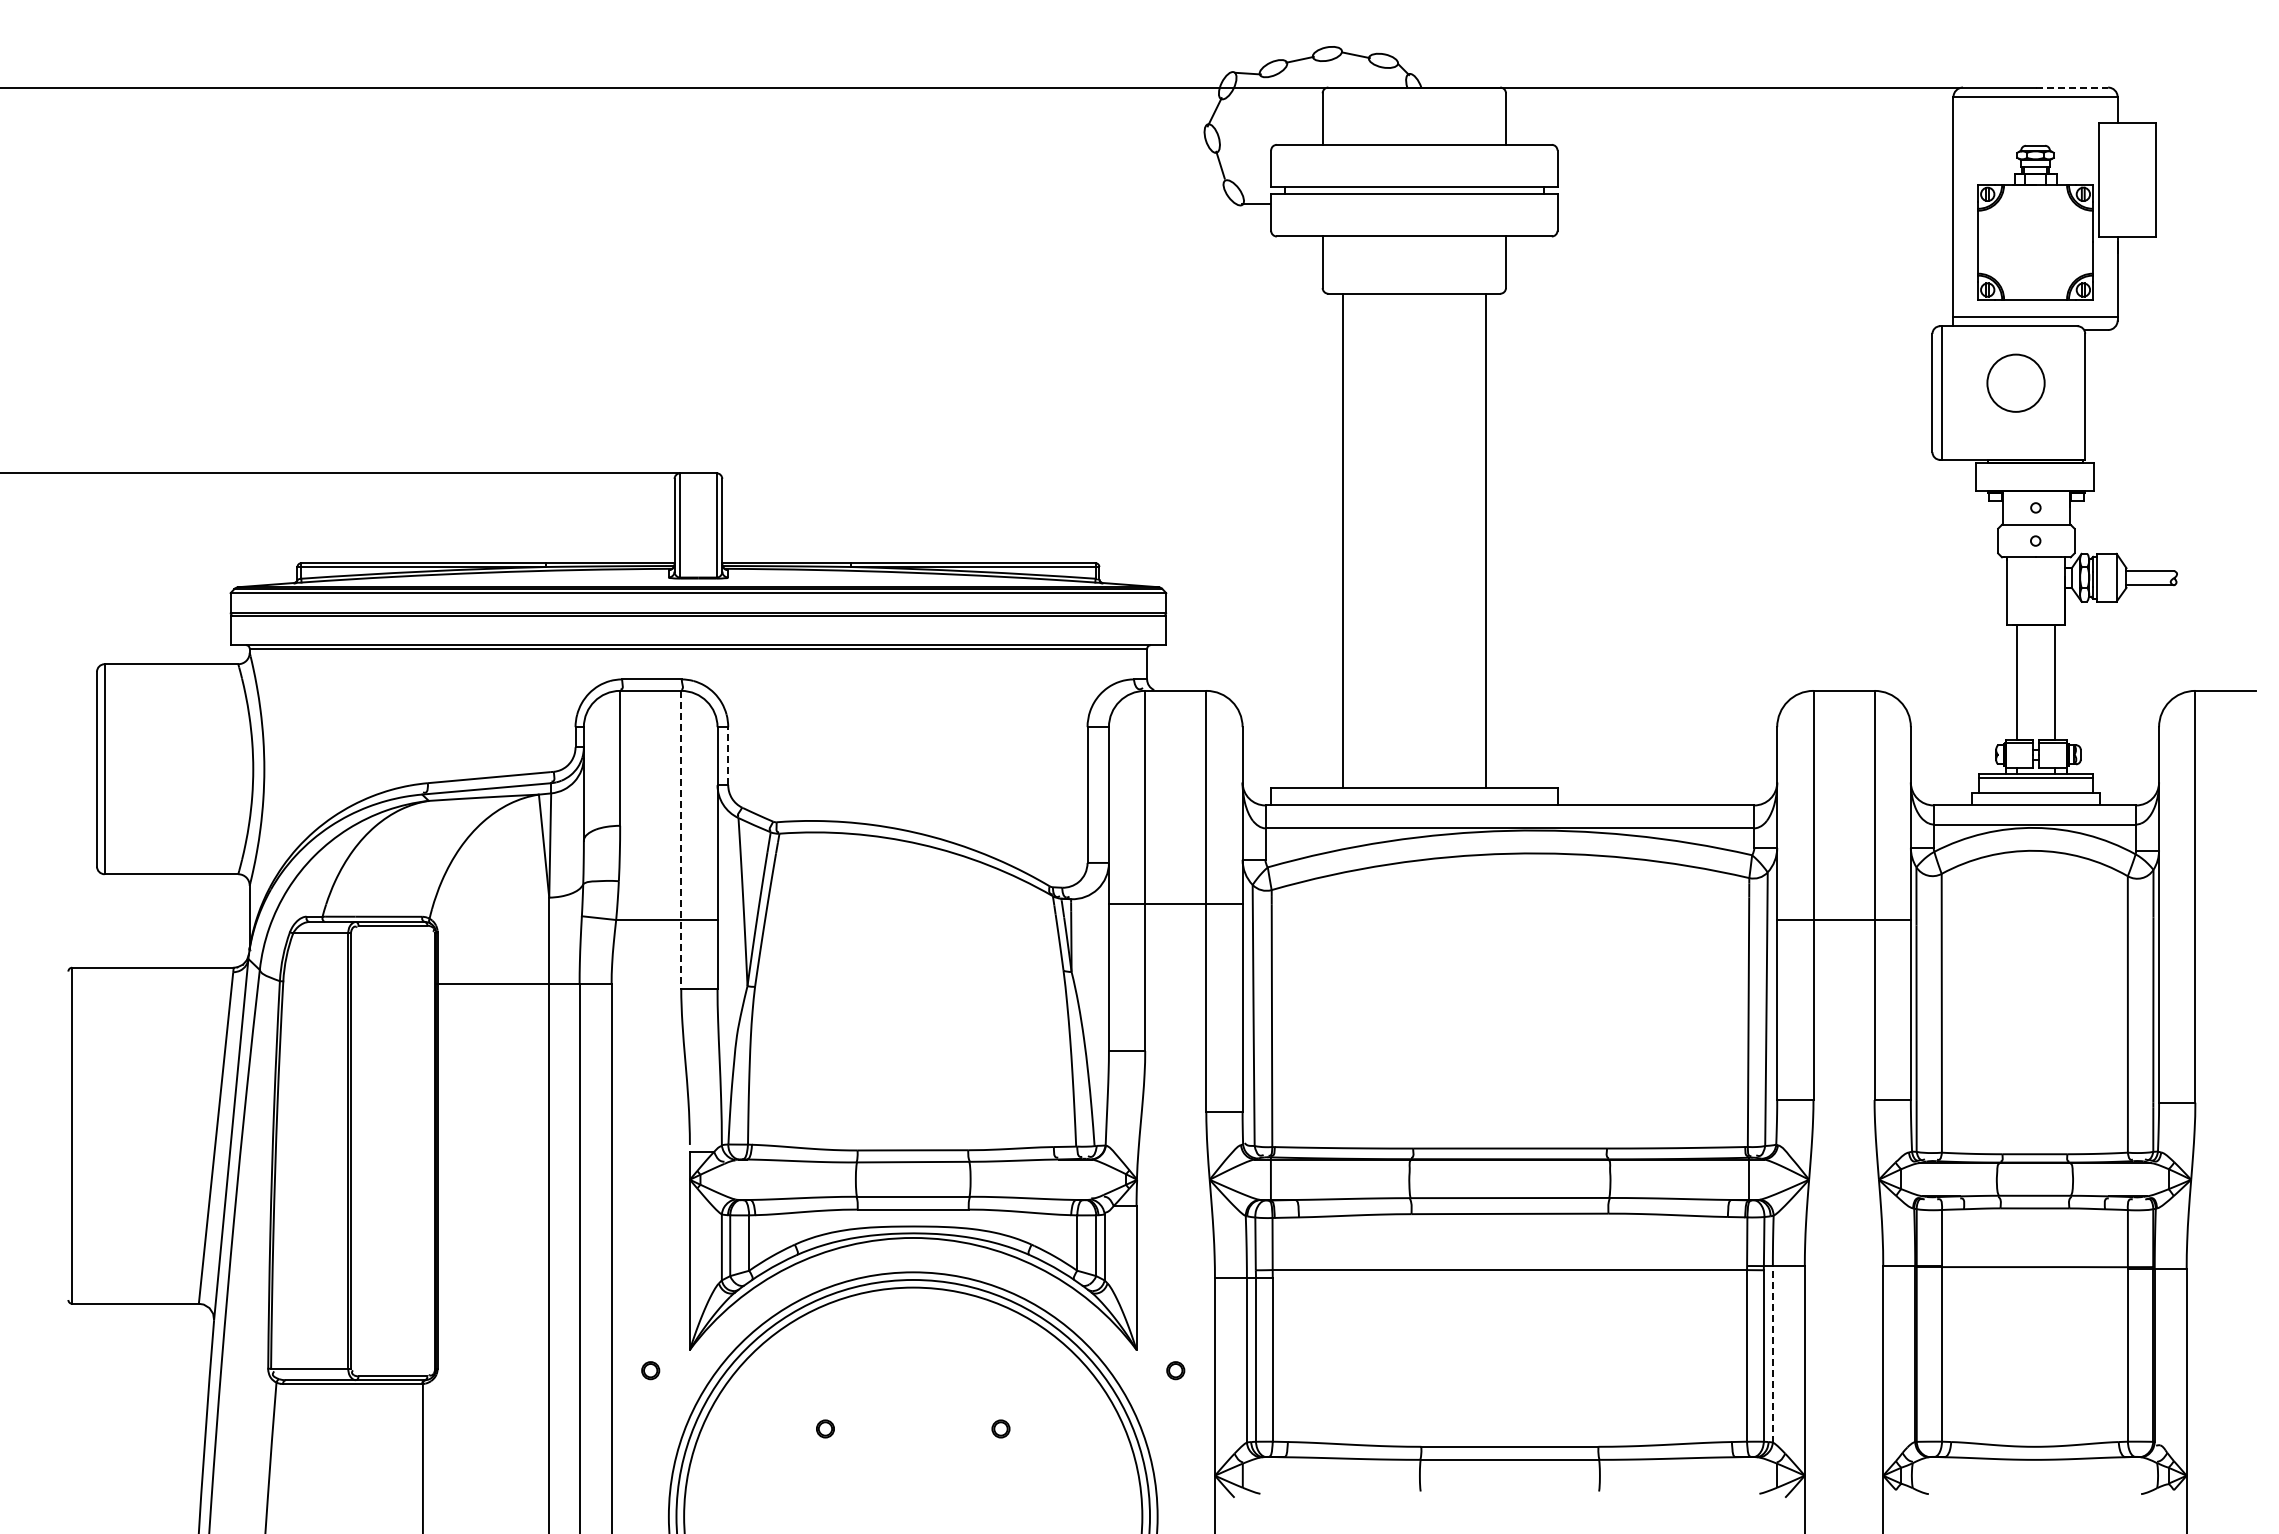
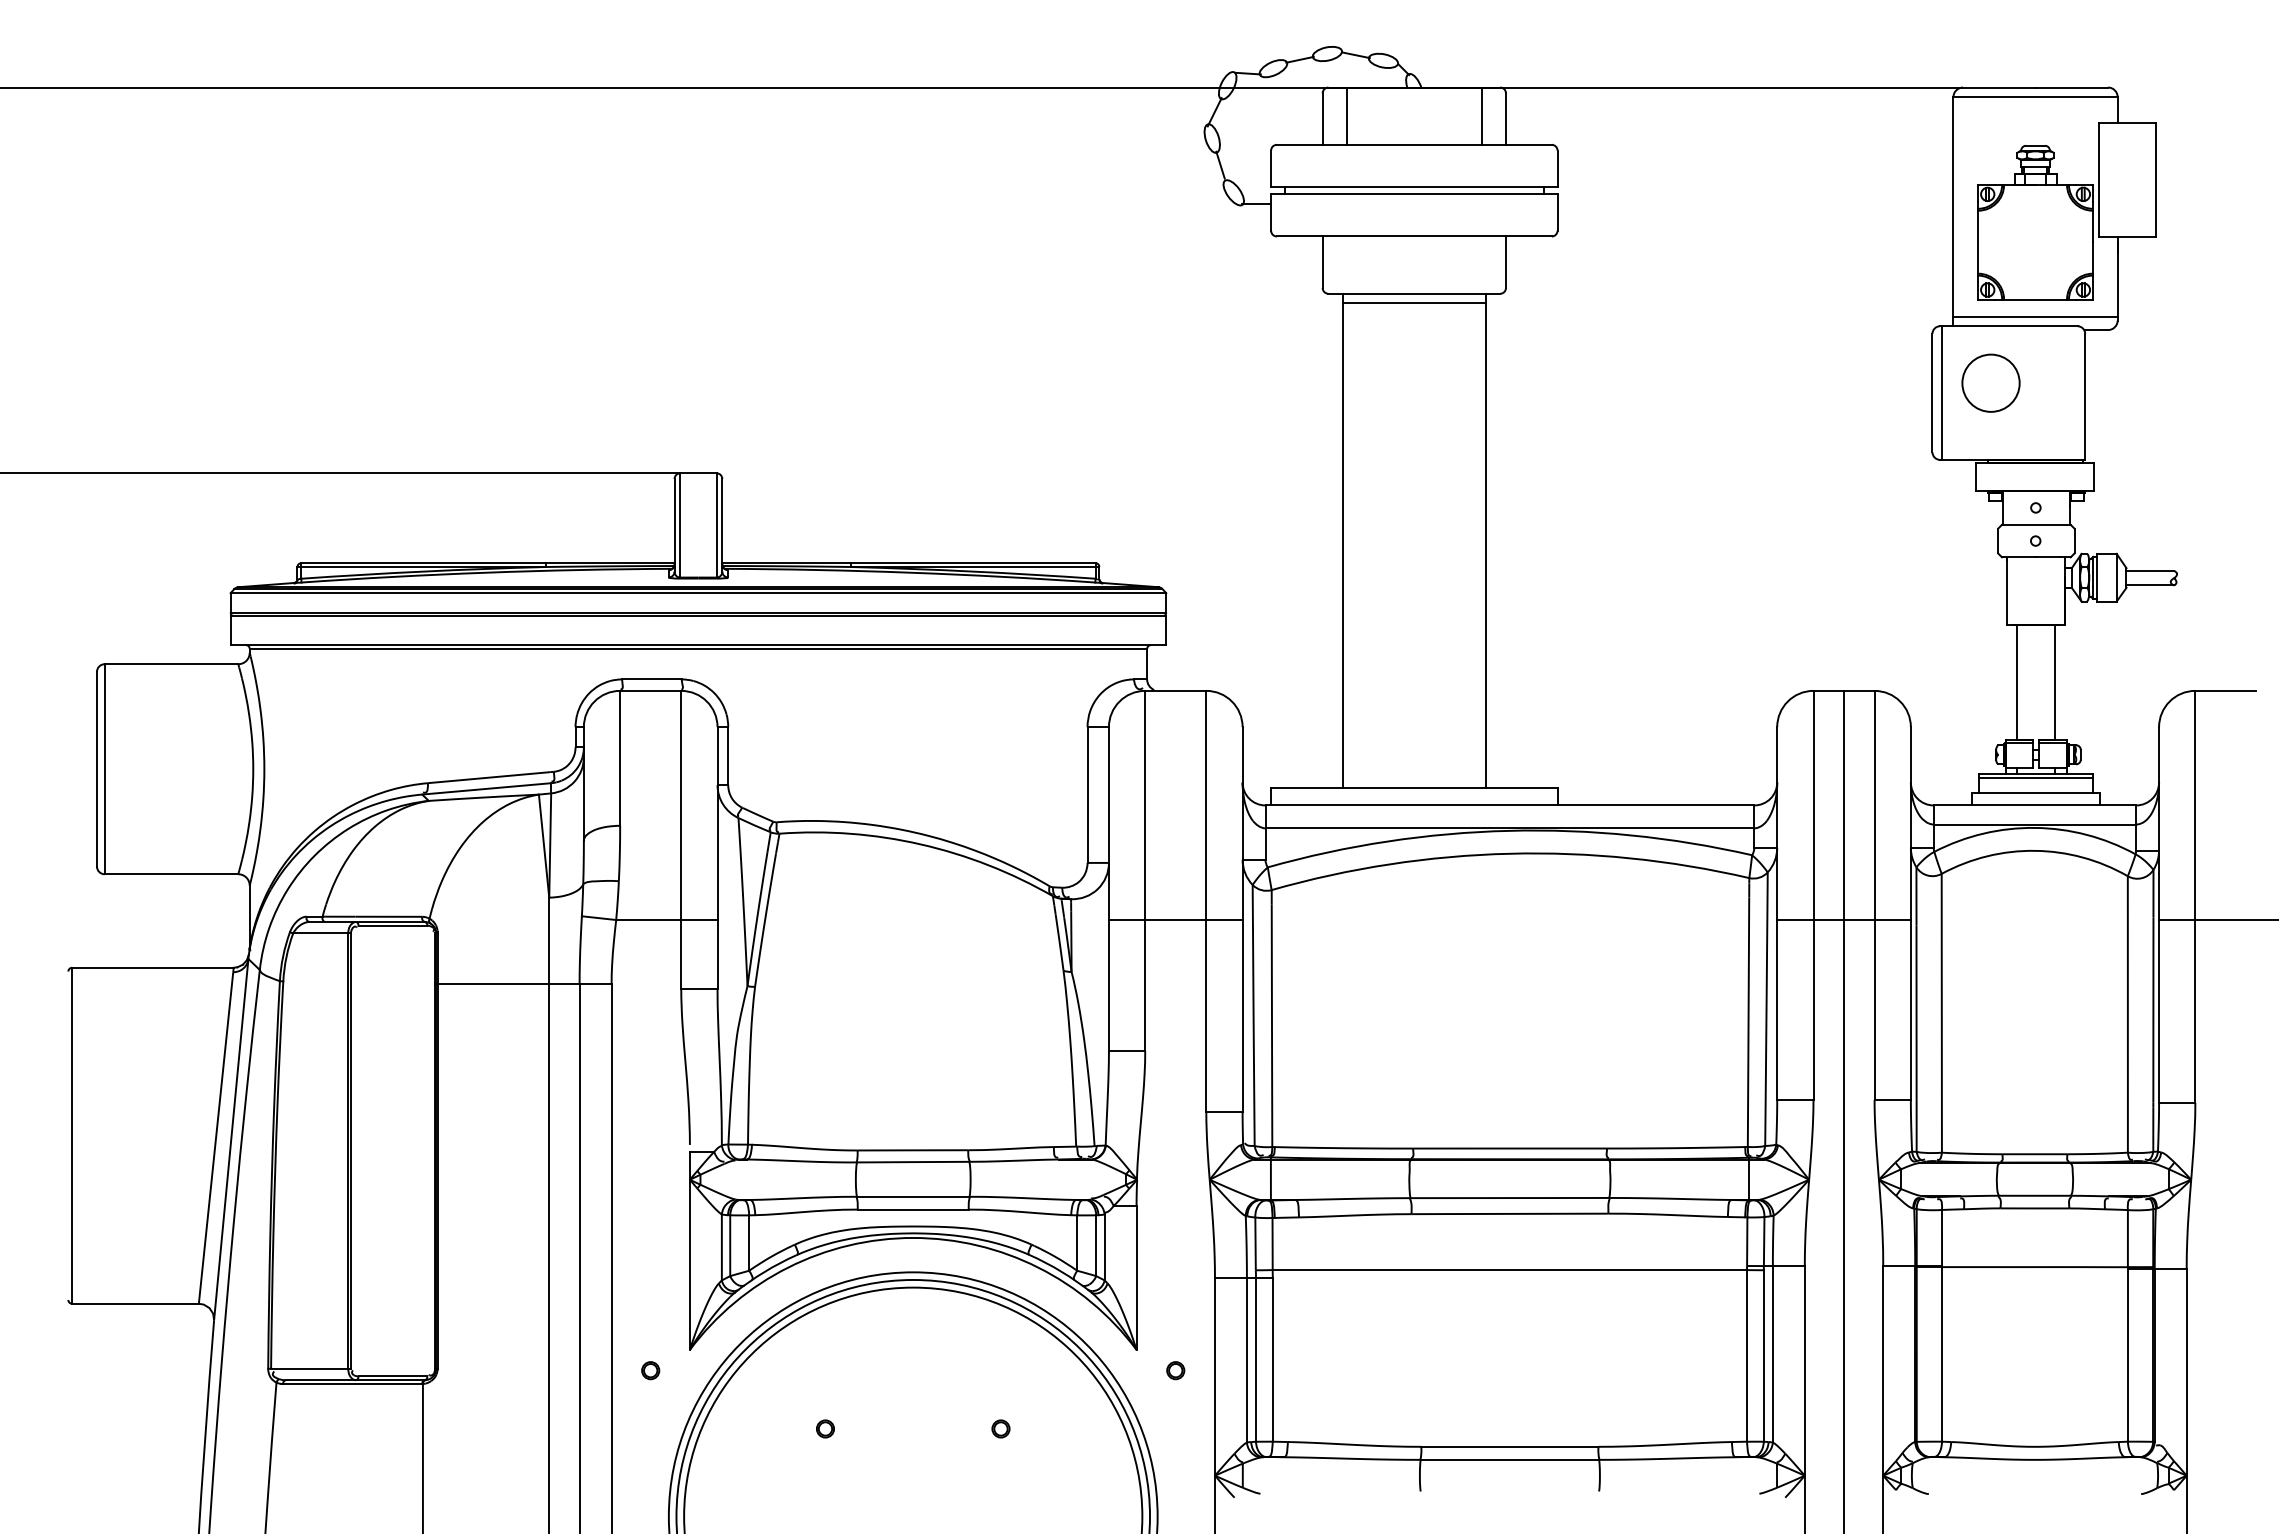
line at (2072, 87): dashed -> solid
line at (1346, 115): none -> present
line at (1481, 115): none -> present
line at (1413, 303): none -> present
circle at (2015, 382) position: (2015, 382) -> (1990, 382)
line at (728, 756): dashed -> solid
line at (681, 839): dashed -> solid
line at (1175, 904) position: (1175, 904) -> (1175, 920)
line at (2217, 920): none -> present
line at (1844, 1110): none -> present
line at (1772, 1353): dashed -> solid
